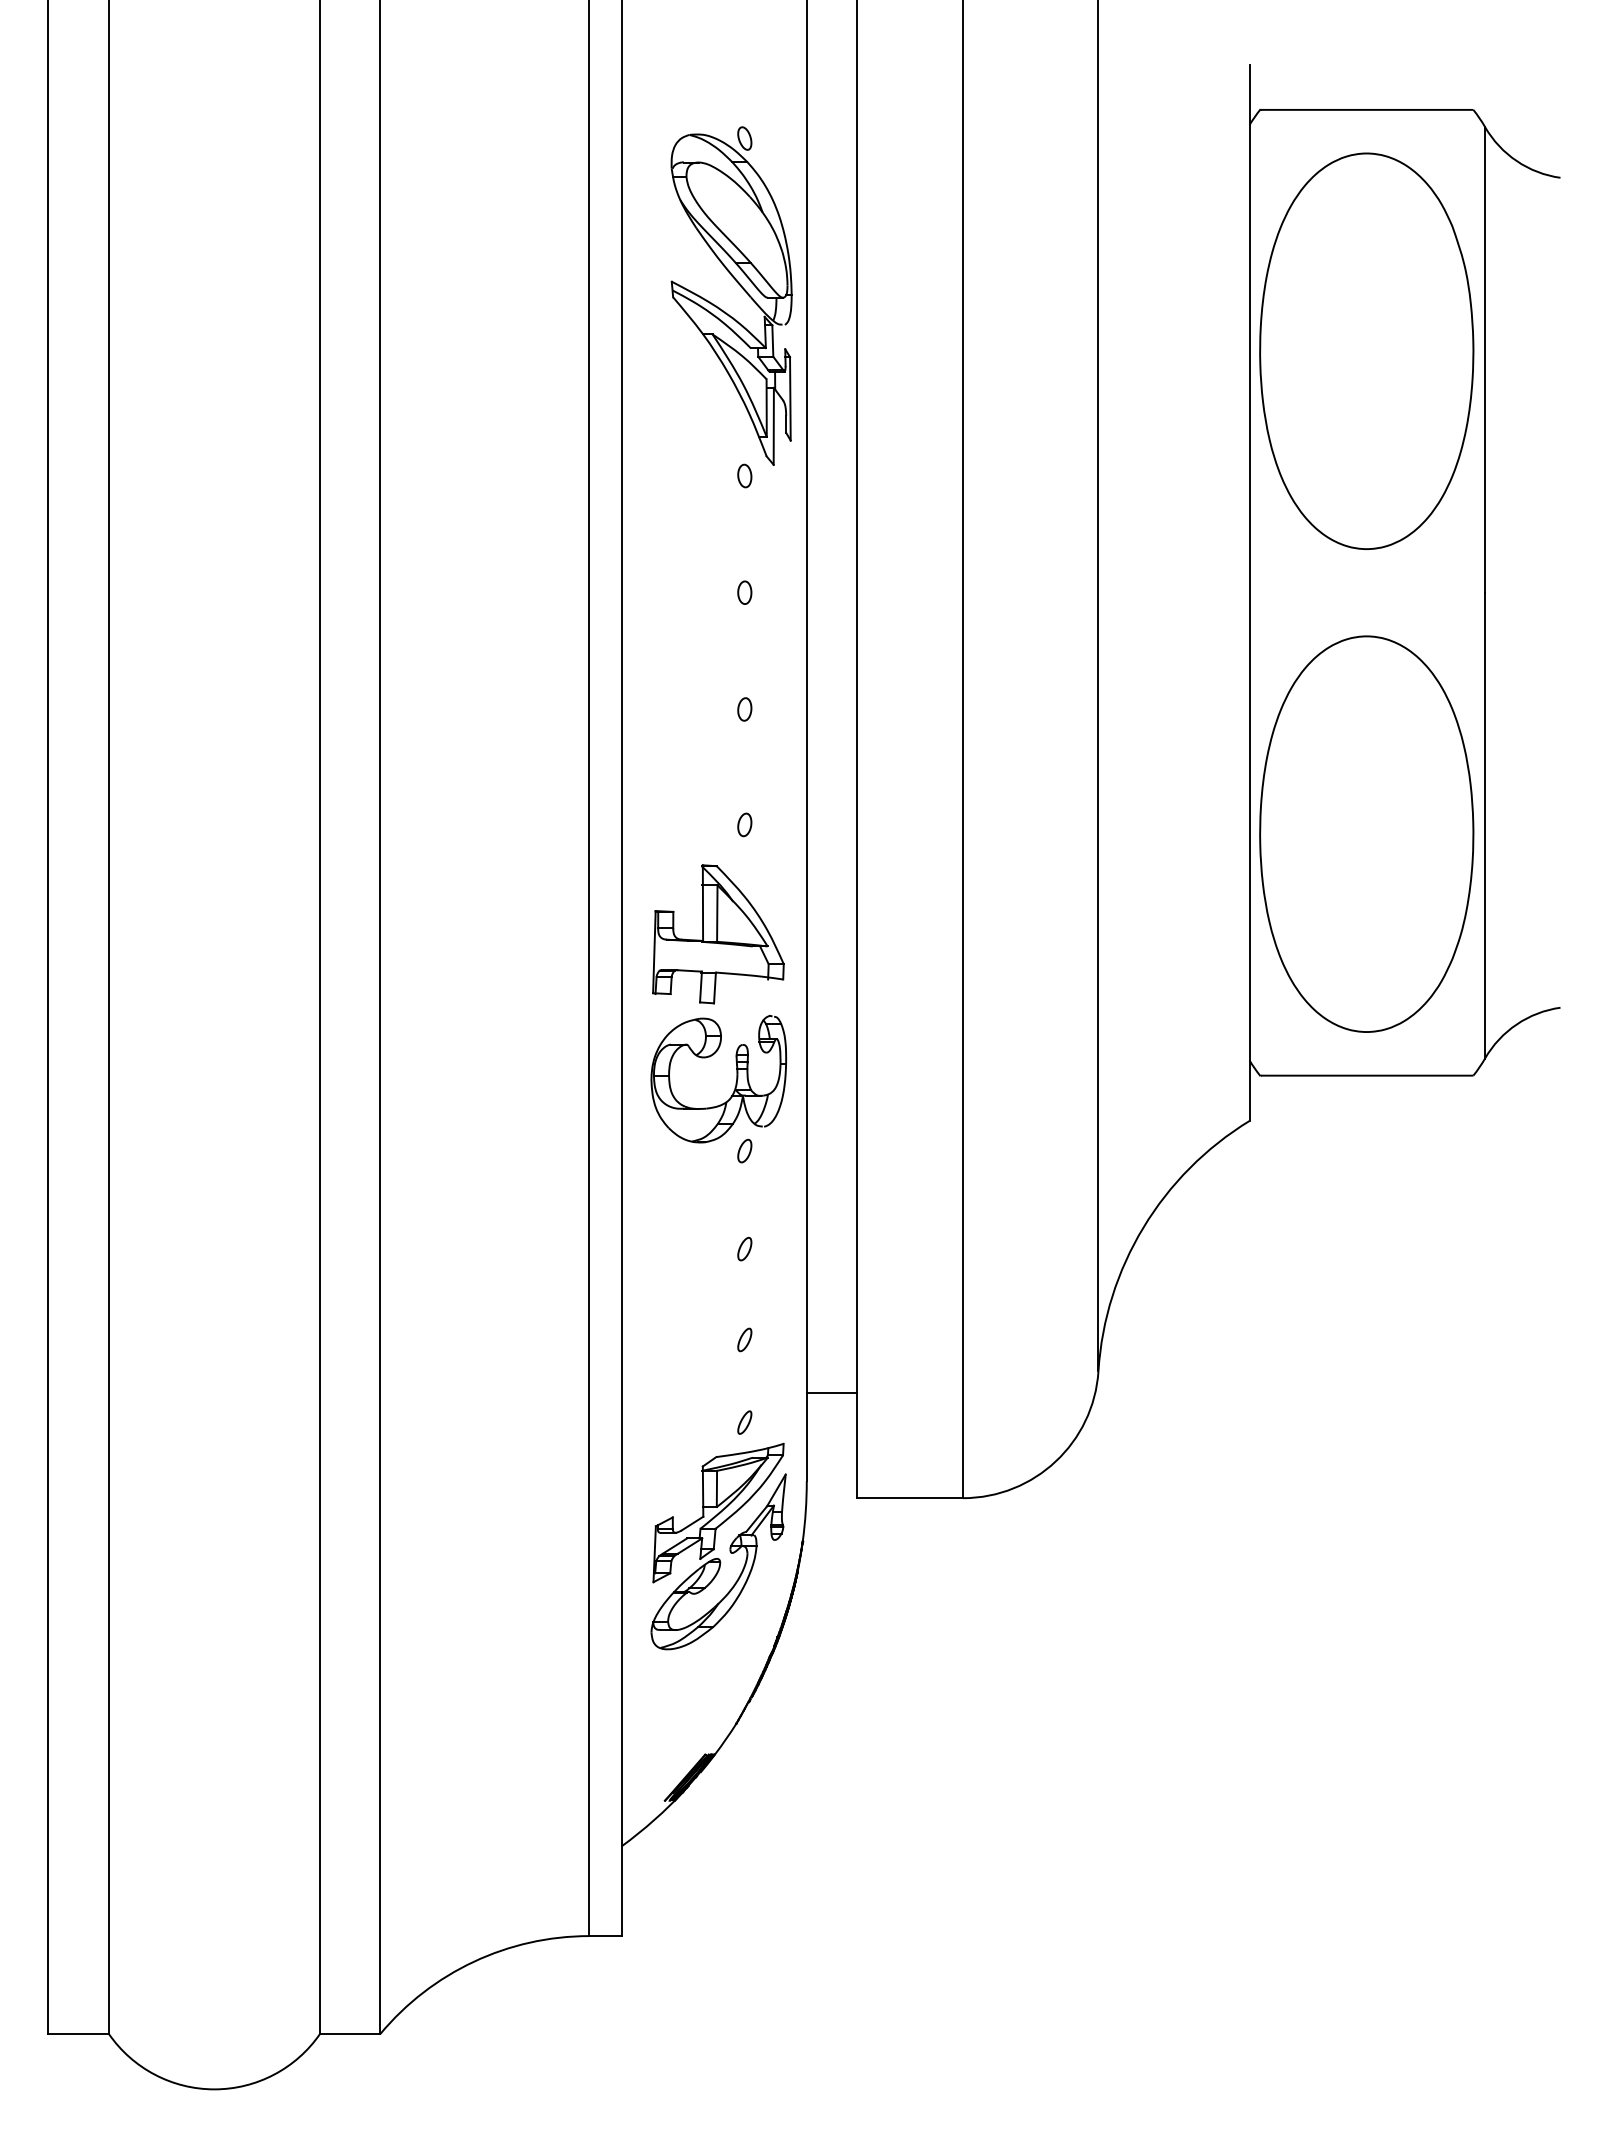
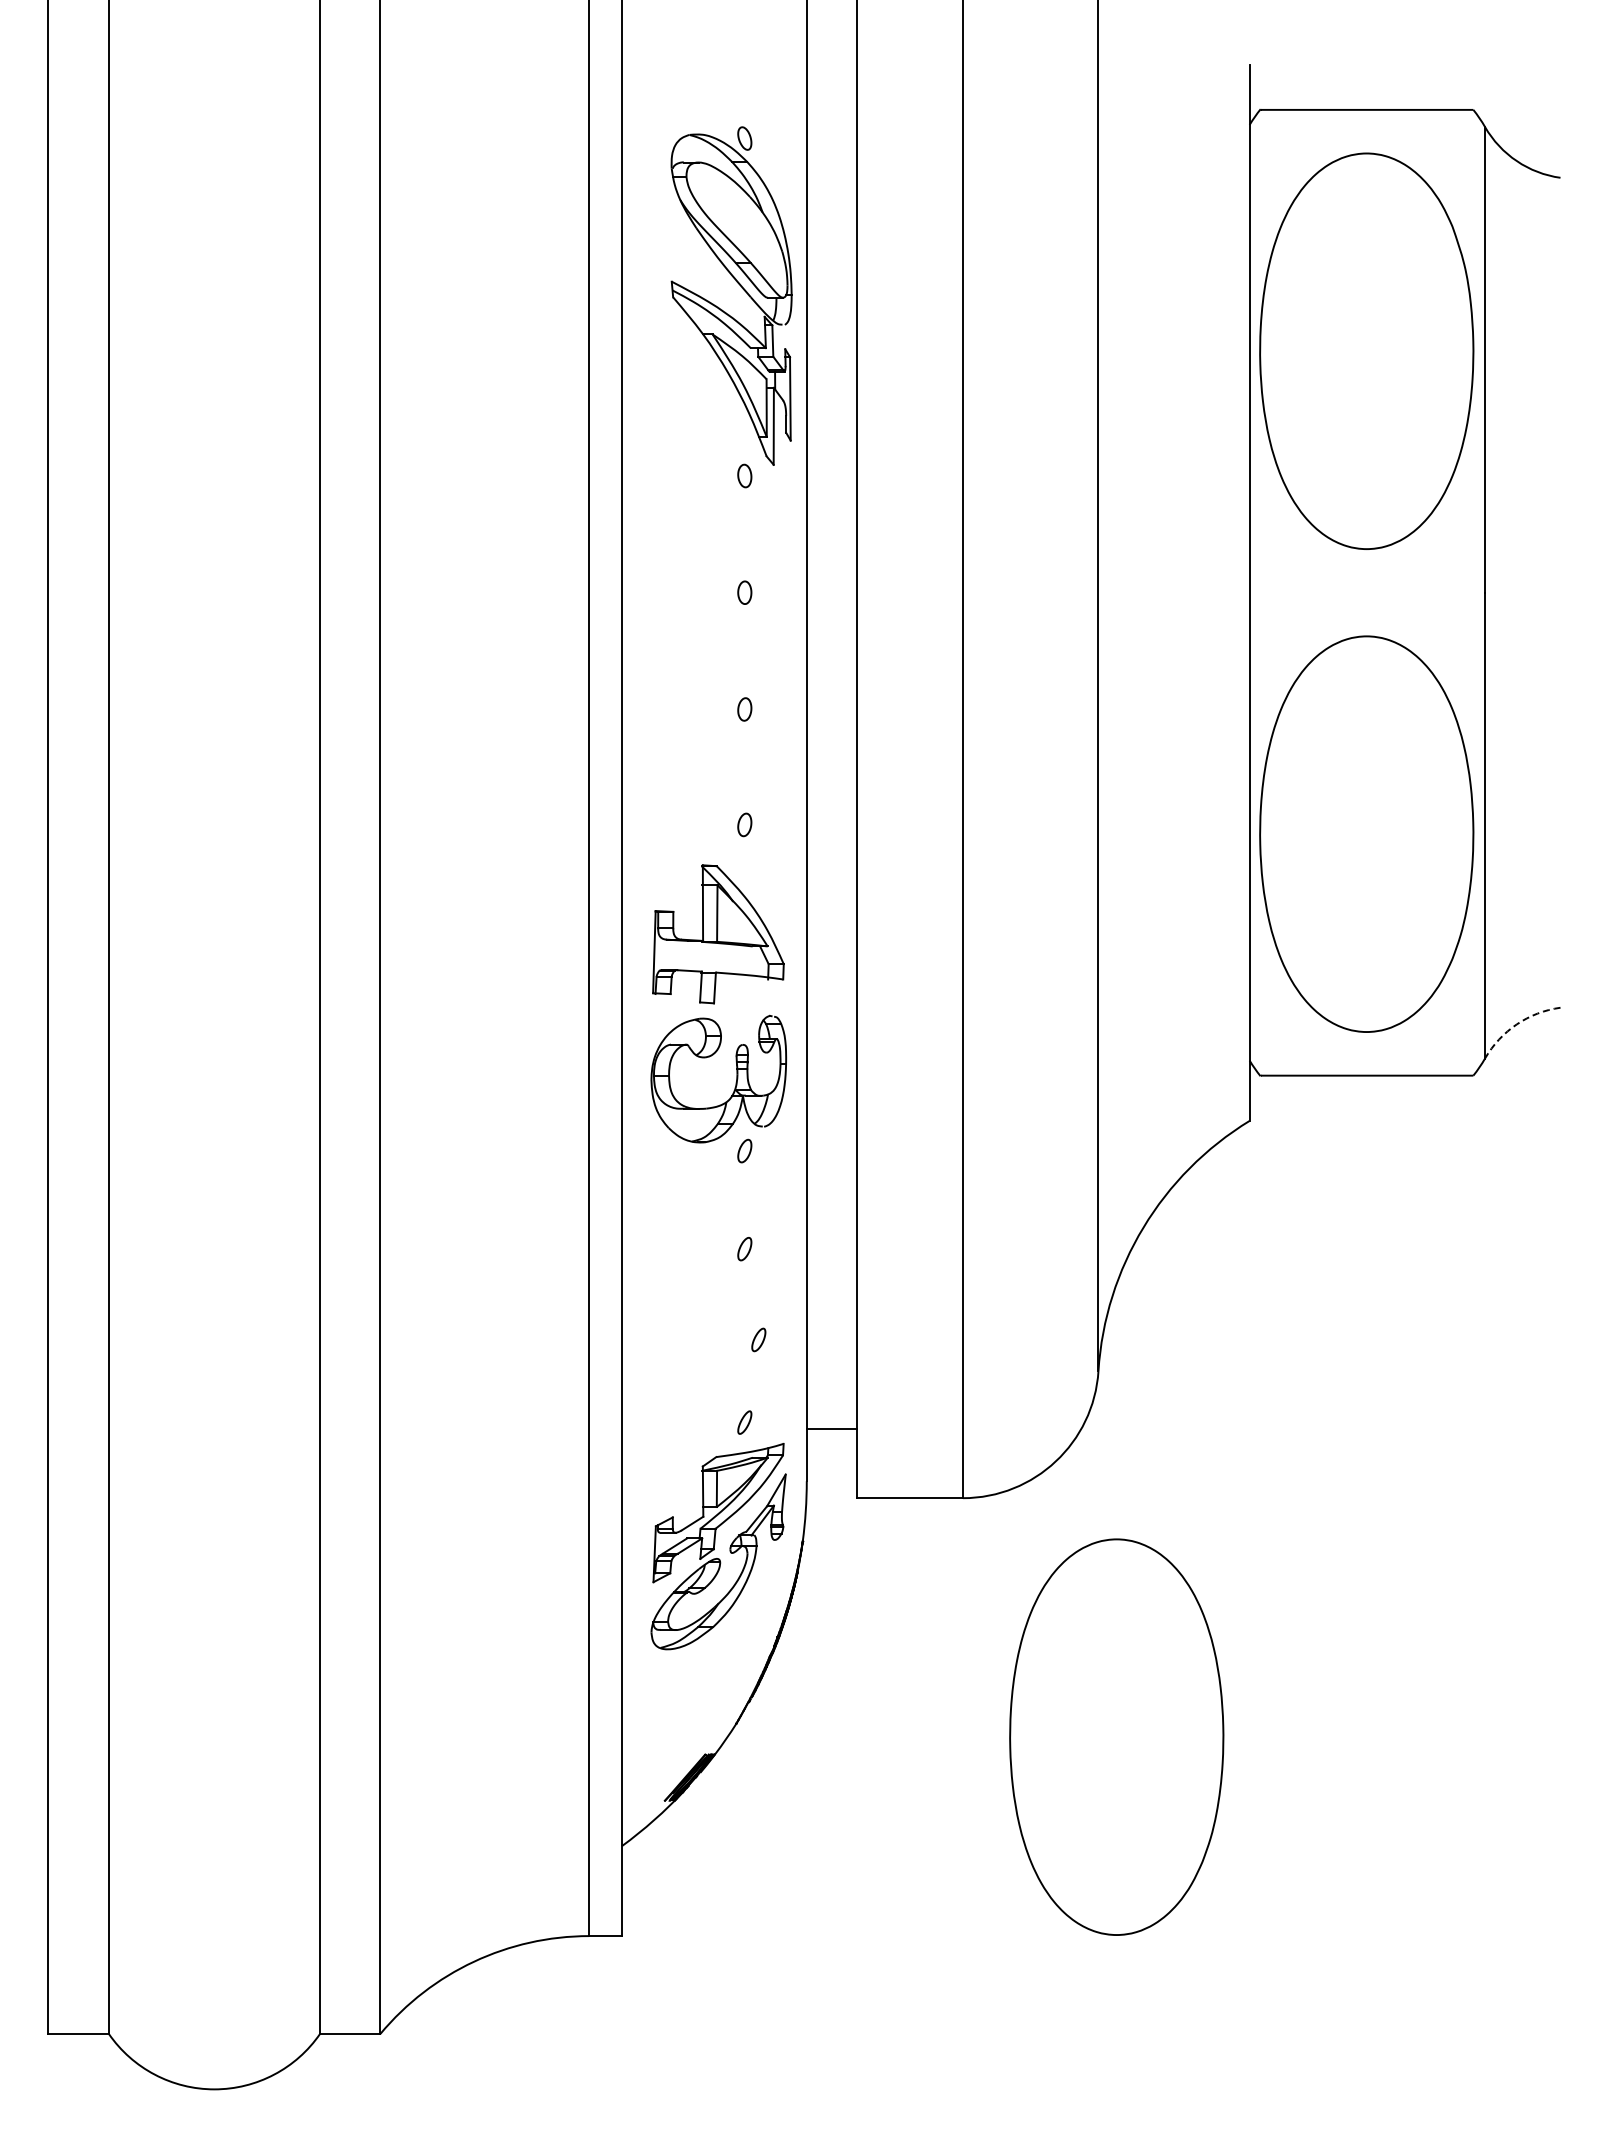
arc at (1516, 1024): solid -> dashed
part at (744, 1339) position: (744, 1339) -> (758, 1339)
line at (831, 1392) position: (831, 1392) -> (831, 1428)
part at (1116, 1736): none -> present
